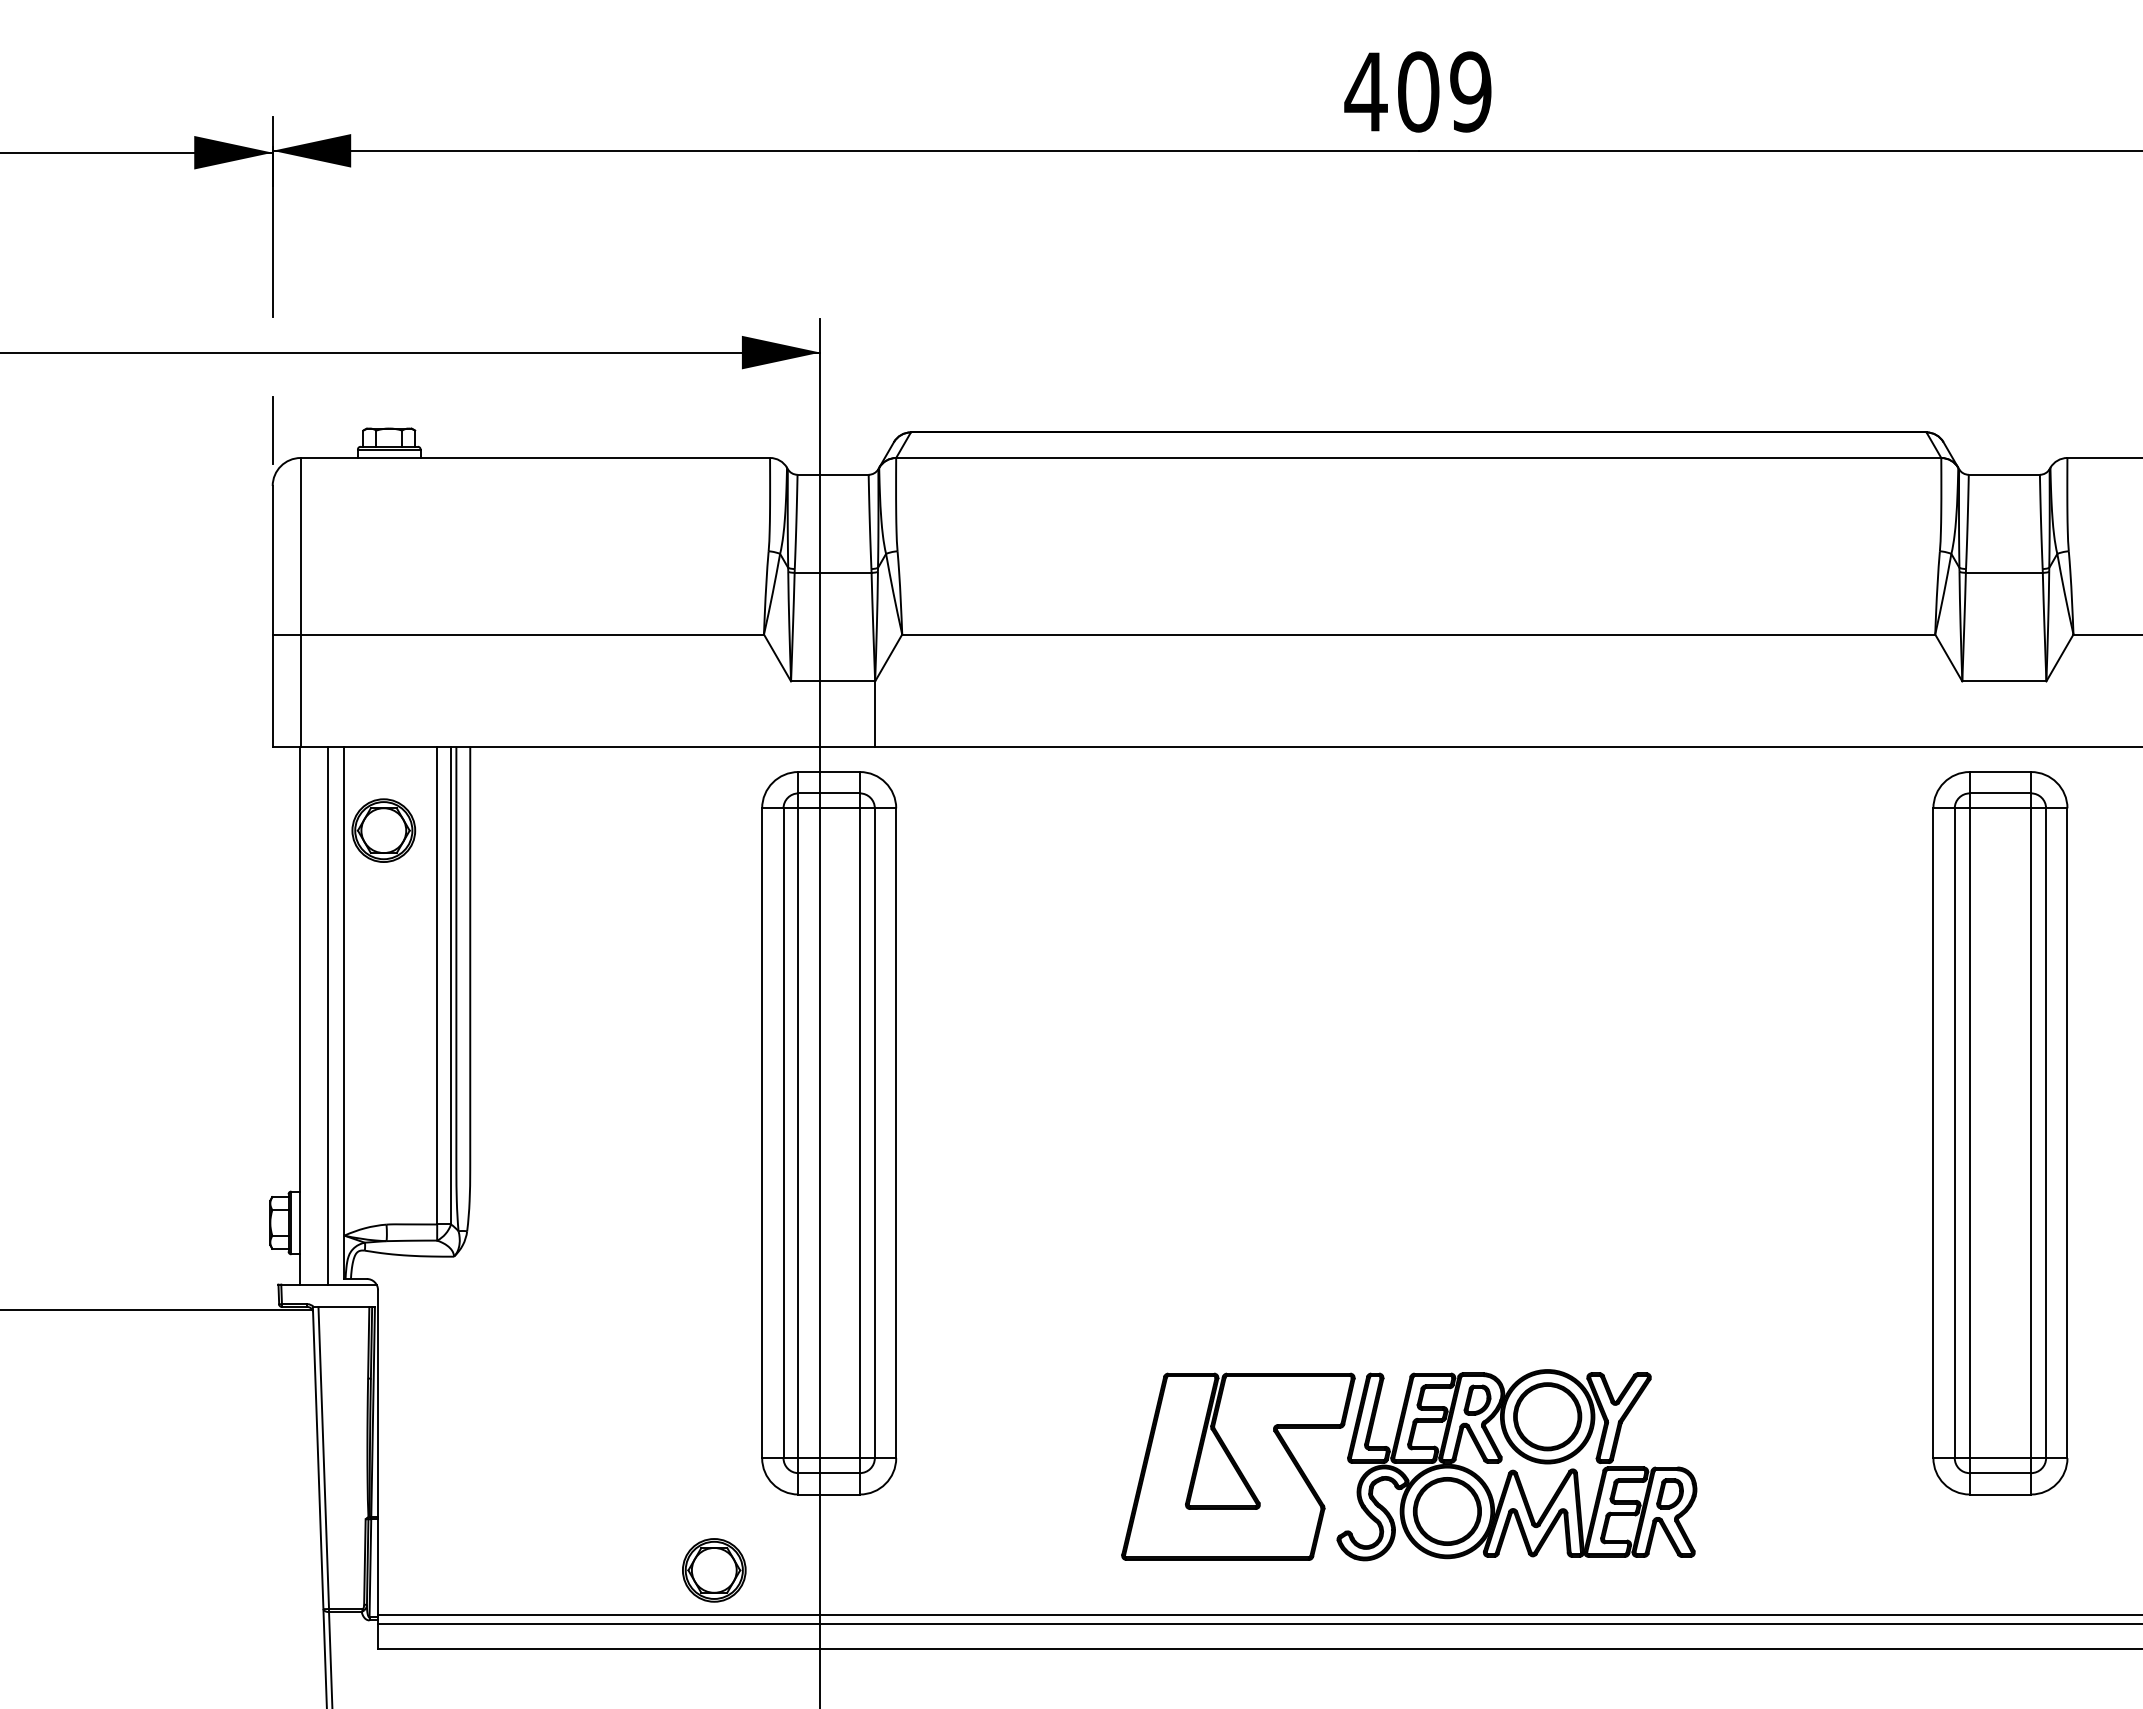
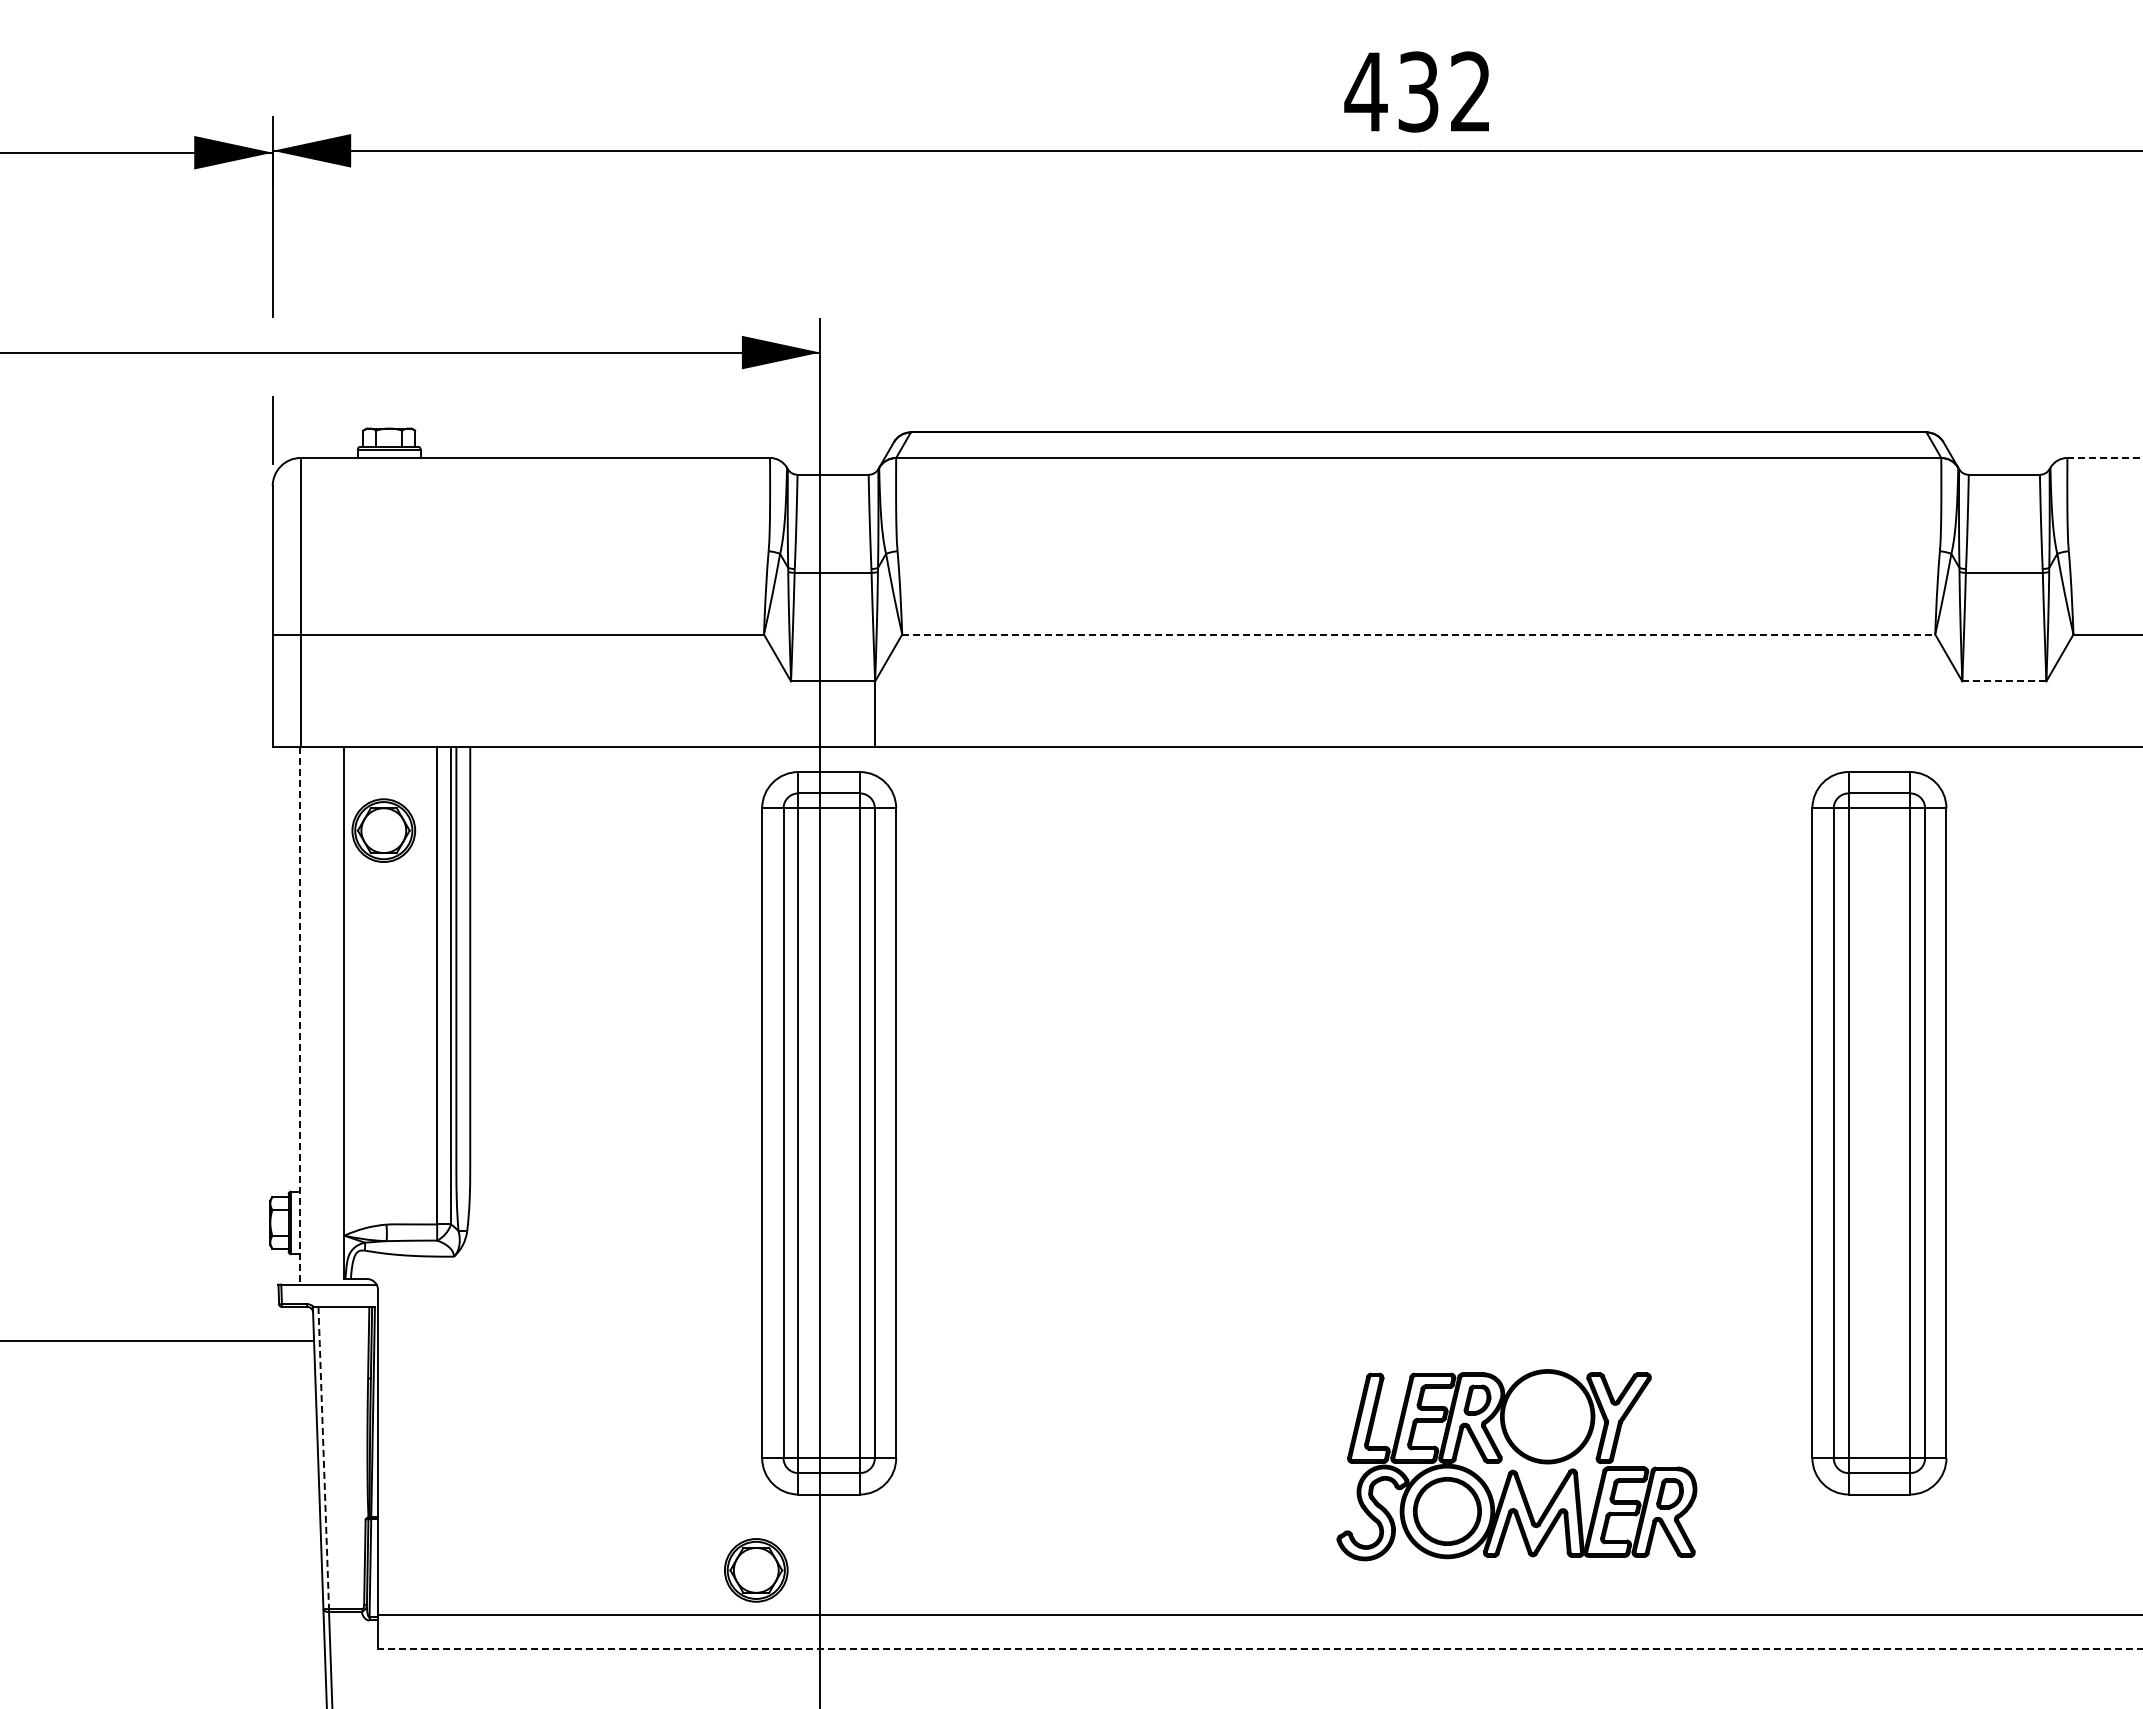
text at (1444, 91): 409 -> 432
line at (2105, 457): solid -> dashed
line at (1419, 634): solid -> dashed
line at (2004, 681): solid -> dashed
line at (299, 1015): solid -> dashed
line at (327, 1015): present -> none
part at (2000, 1133) position: (2000, 1133) -> (1879, 1133)
line at (157, 1309) position: (157, 1309) -> (157, 1340)
part at (1547, 1416): present -> none
line at (323, 1458): solid -> dashed
part at (1238, 1466): present -> none
part at (714, 1570) position: (714, 1570) -> (756, 1570)
line at (1258, 1623): present -> none
line at (1259, 1648): solid -> dashed
